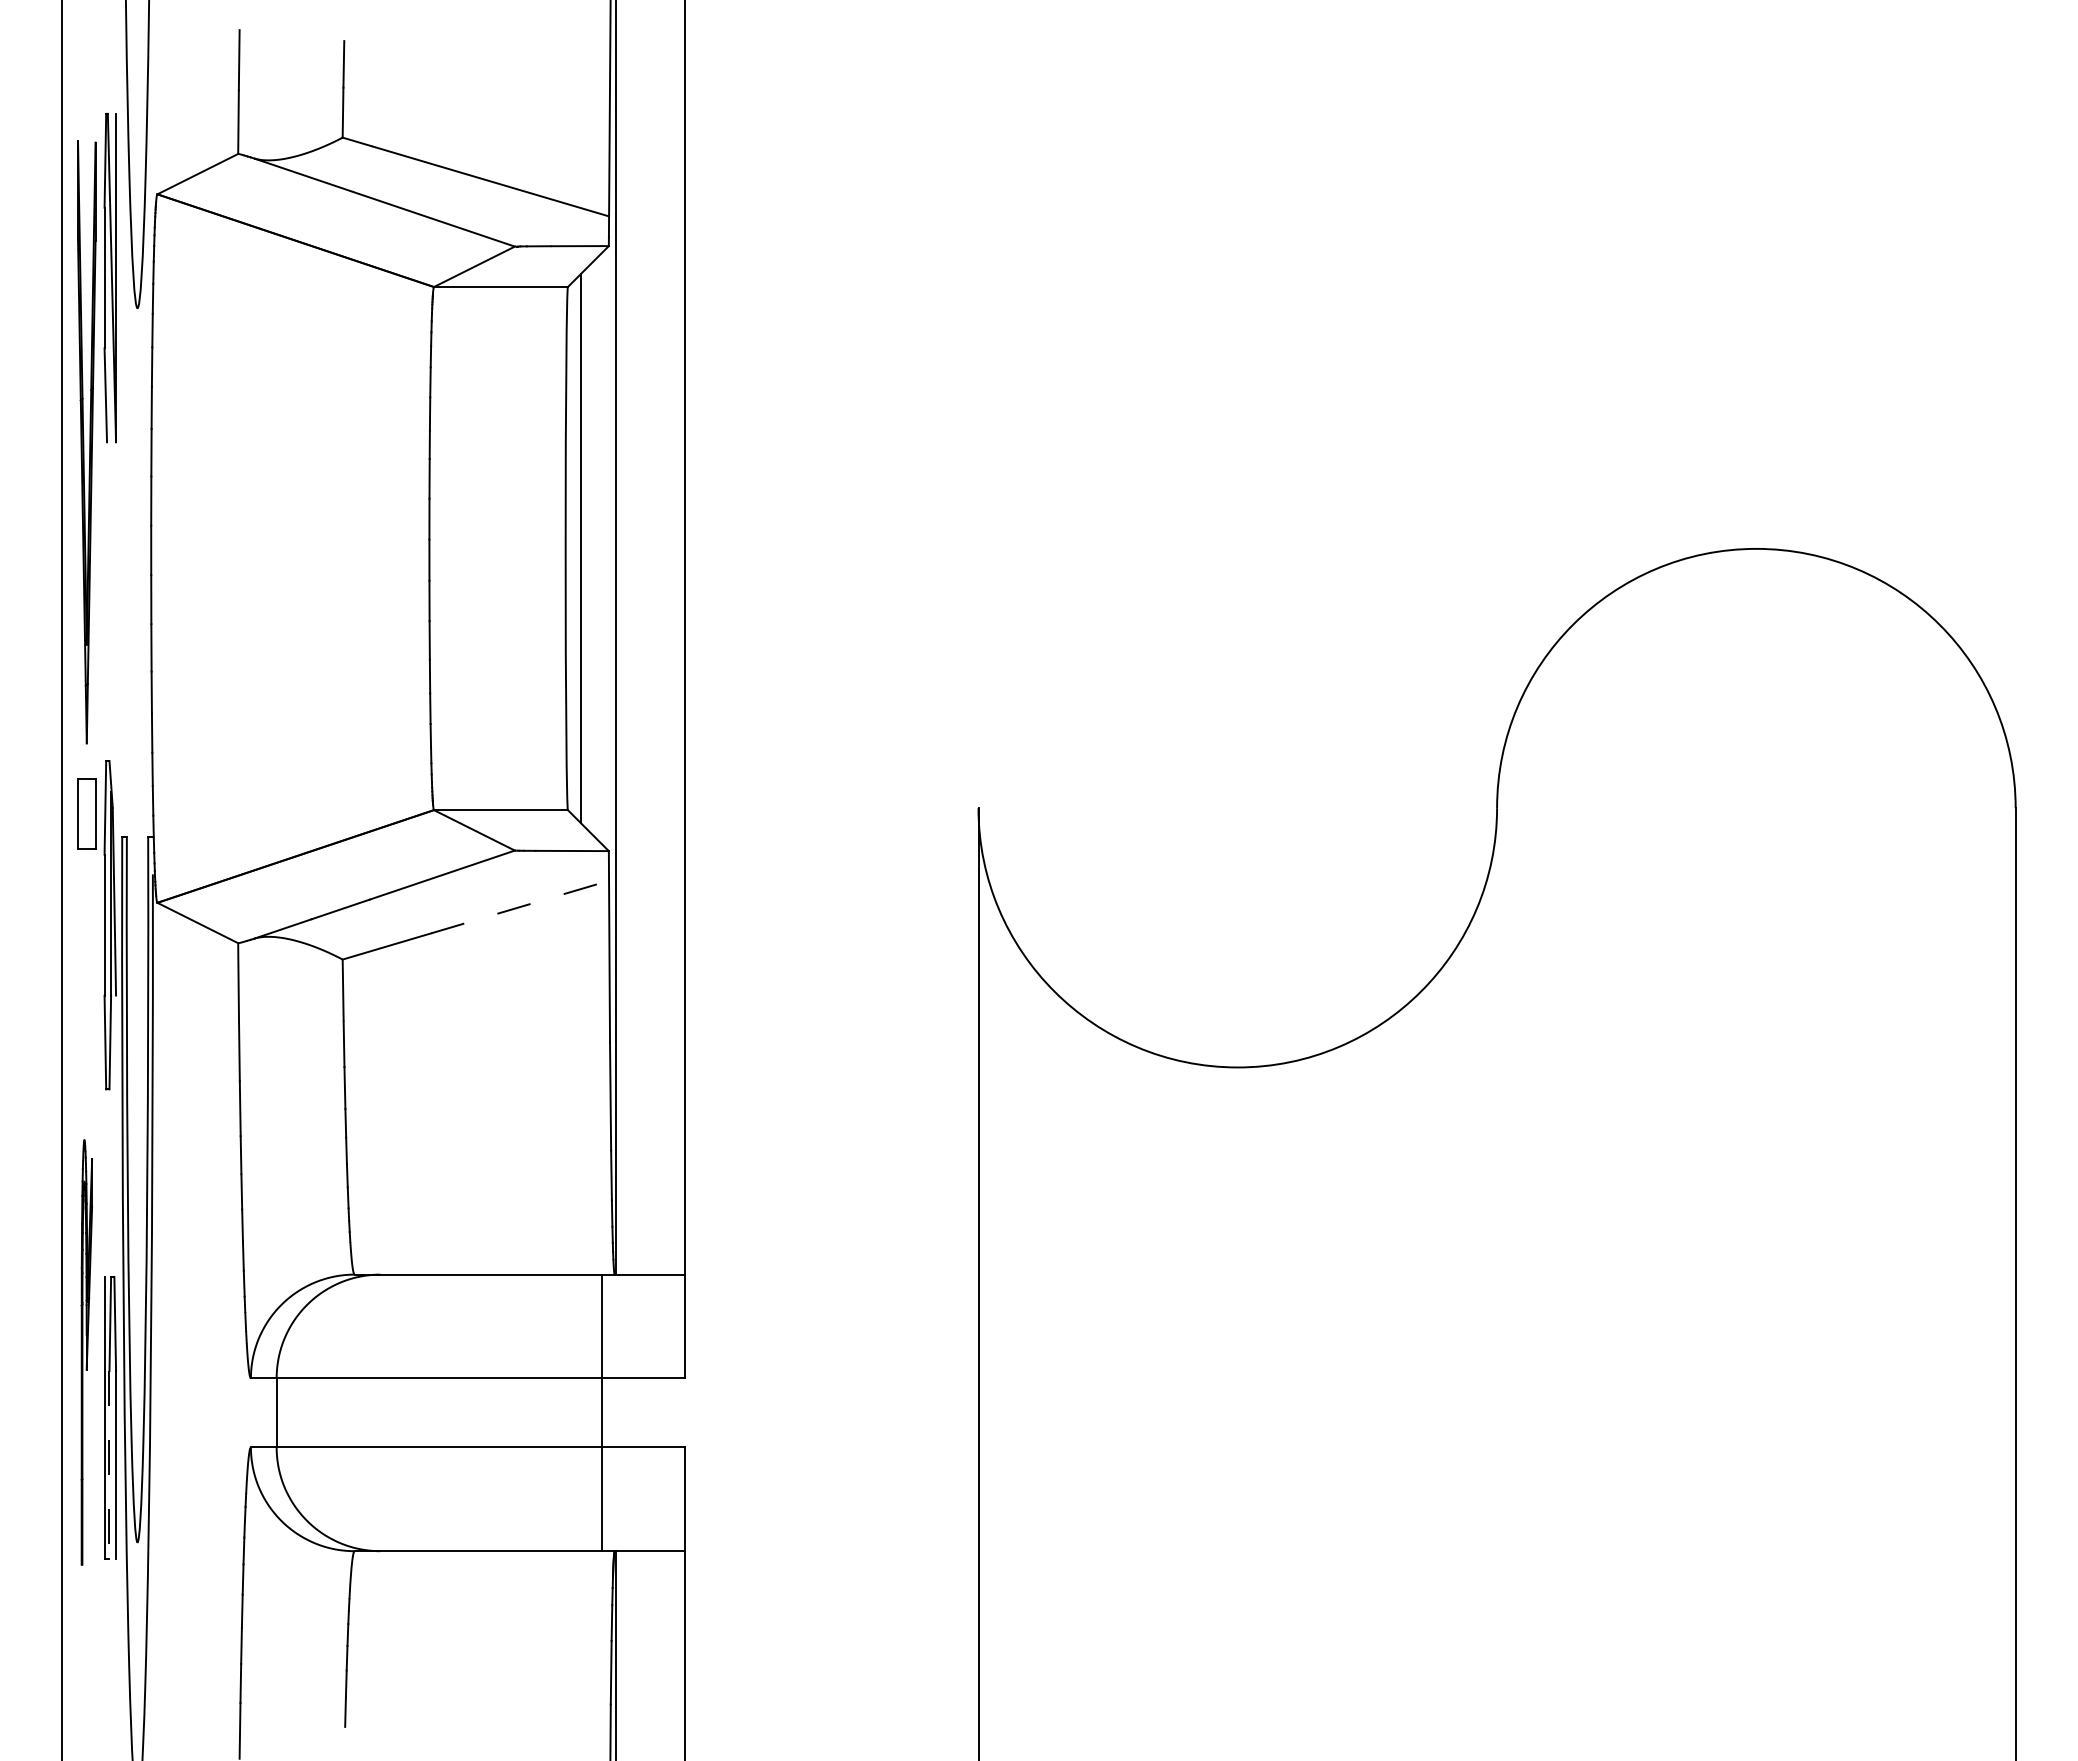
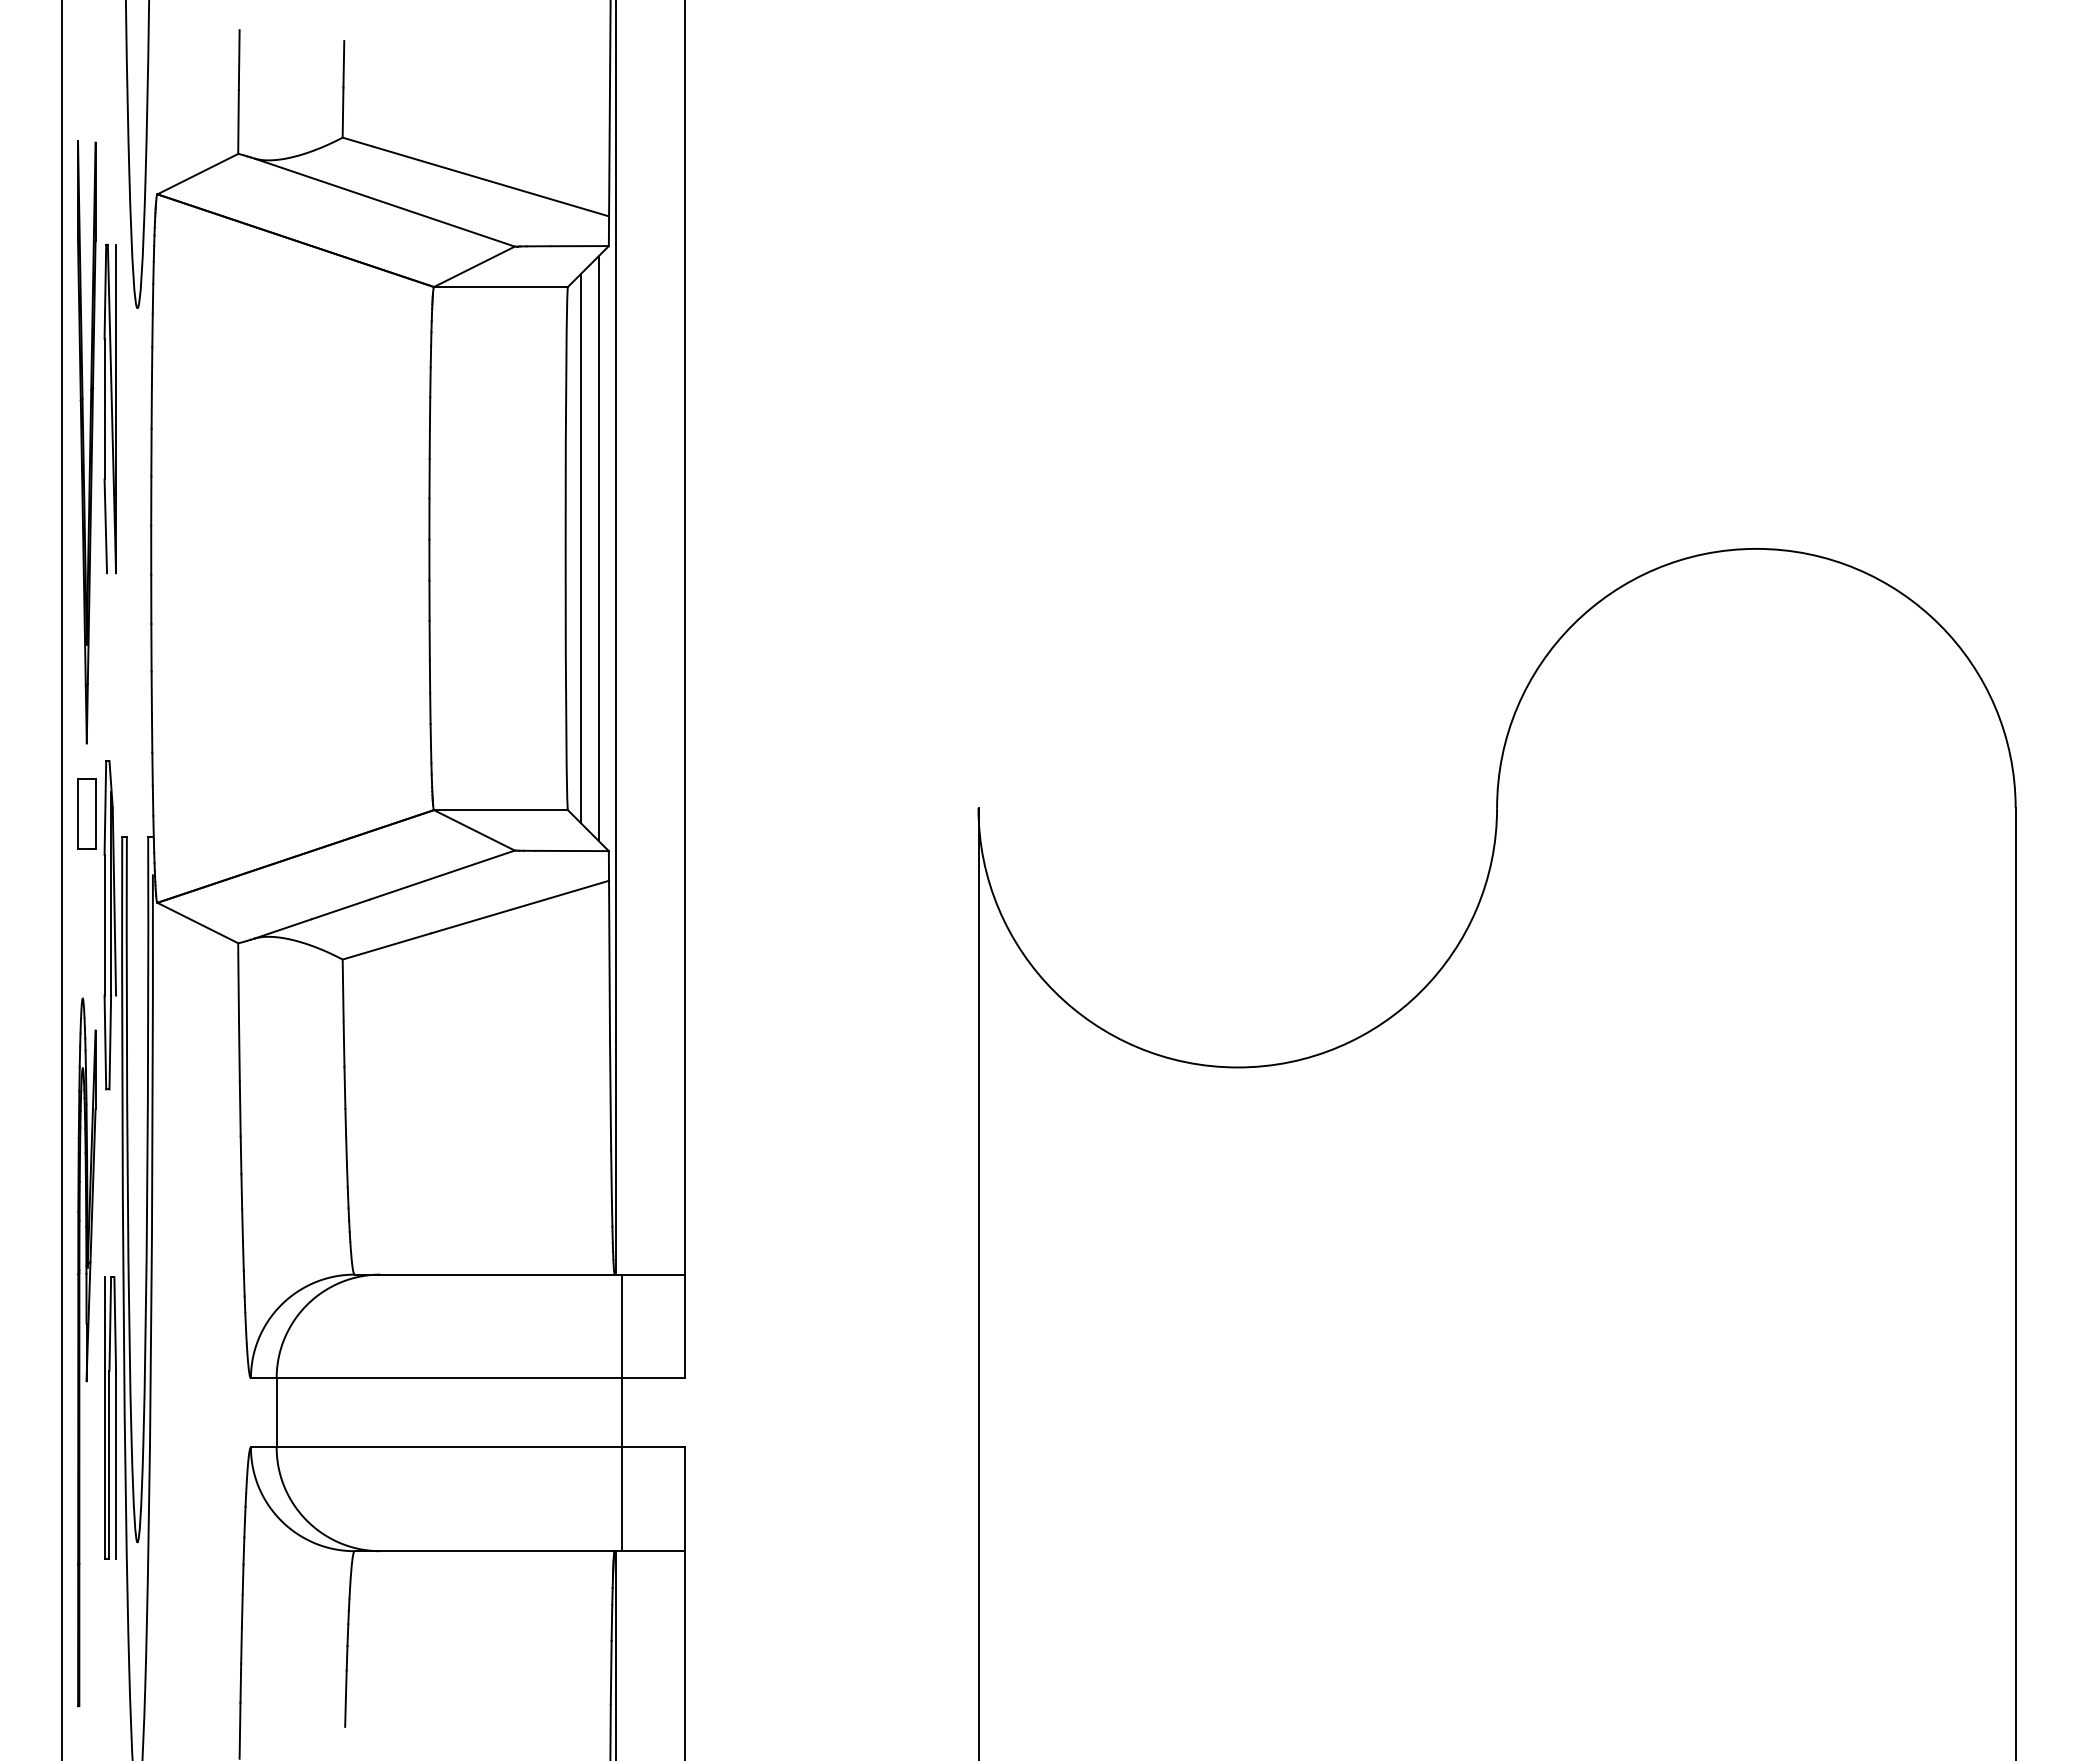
part at (109, 277) position: (109, 277) -> (109, 408)
line at (599, 548): none -> present
line at (520, 907): dashed -> solid
part at (86, 1352) size: 13x427 px -> 20x711 px
line at (602, 1412) position: (602, 1412) -> (622, 1412)
line at (109, 1464): dashed -> solid
